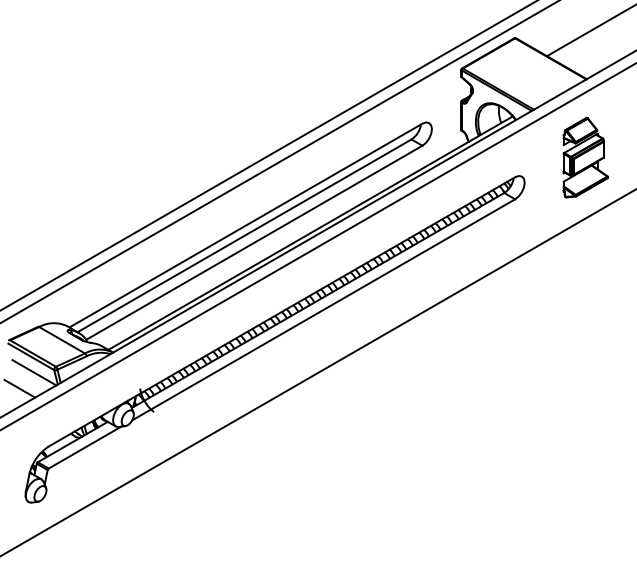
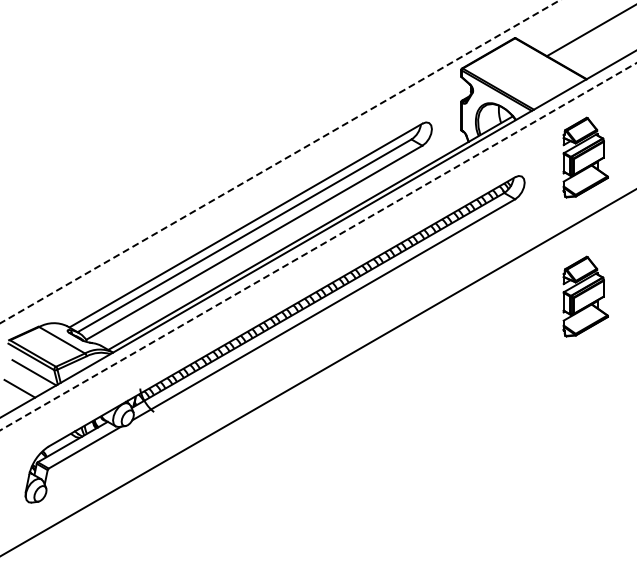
line at (268, 155): present -> none
line at (280, 161): solid -> dashed
line at (318, 246): solid -> dashed
part at (585, 296): none -> present
